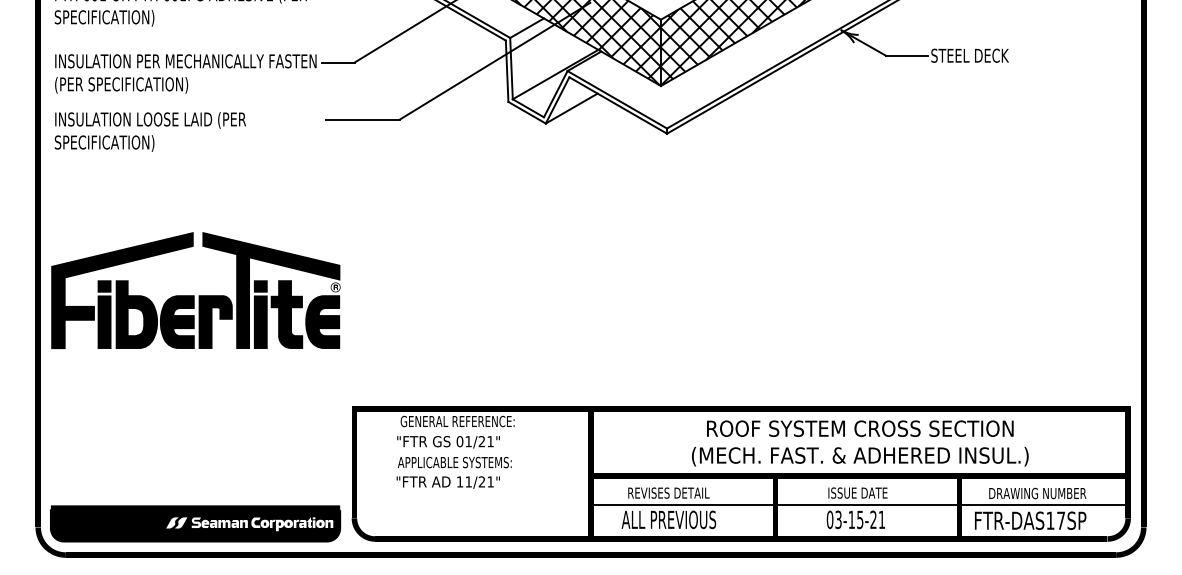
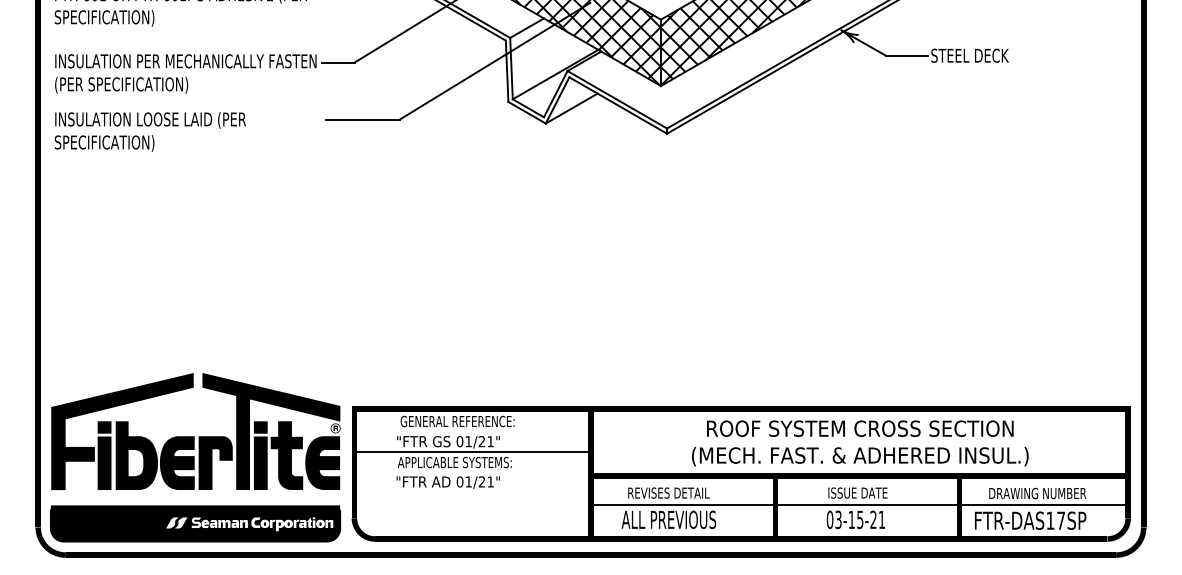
part at (195, 290) position: (195, 290) -> (195, 431)
line at (472, 451): none -> present
text at (459, 481): 11/21" -> 01/21"
